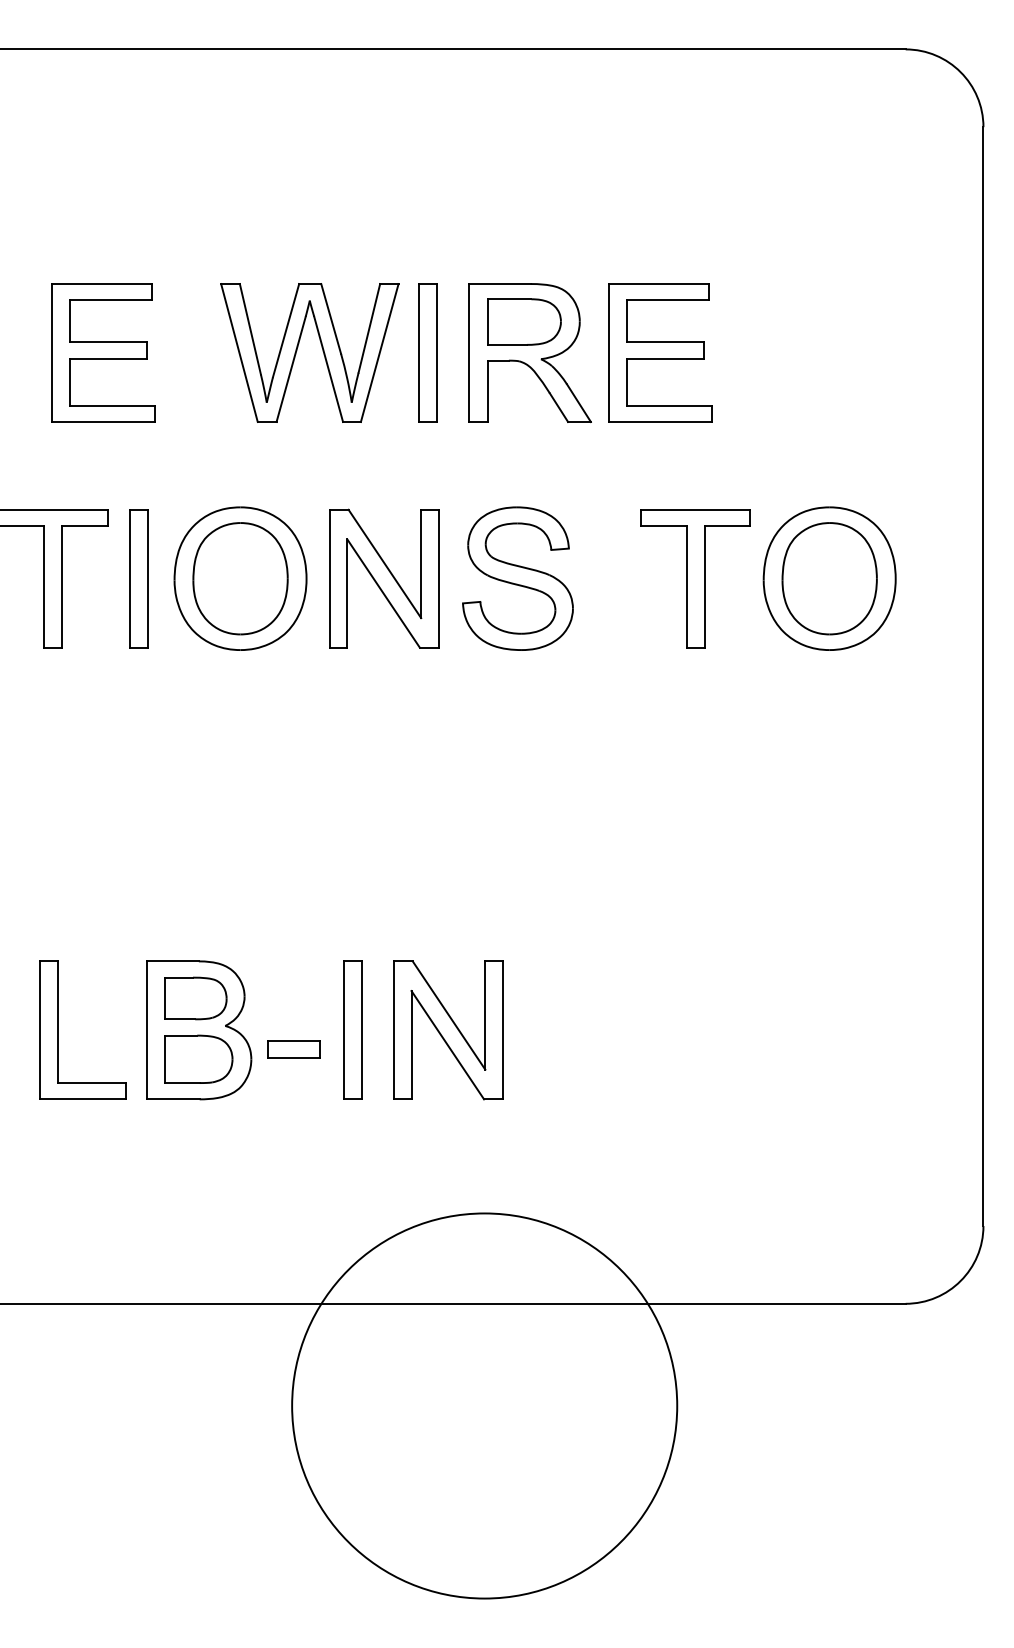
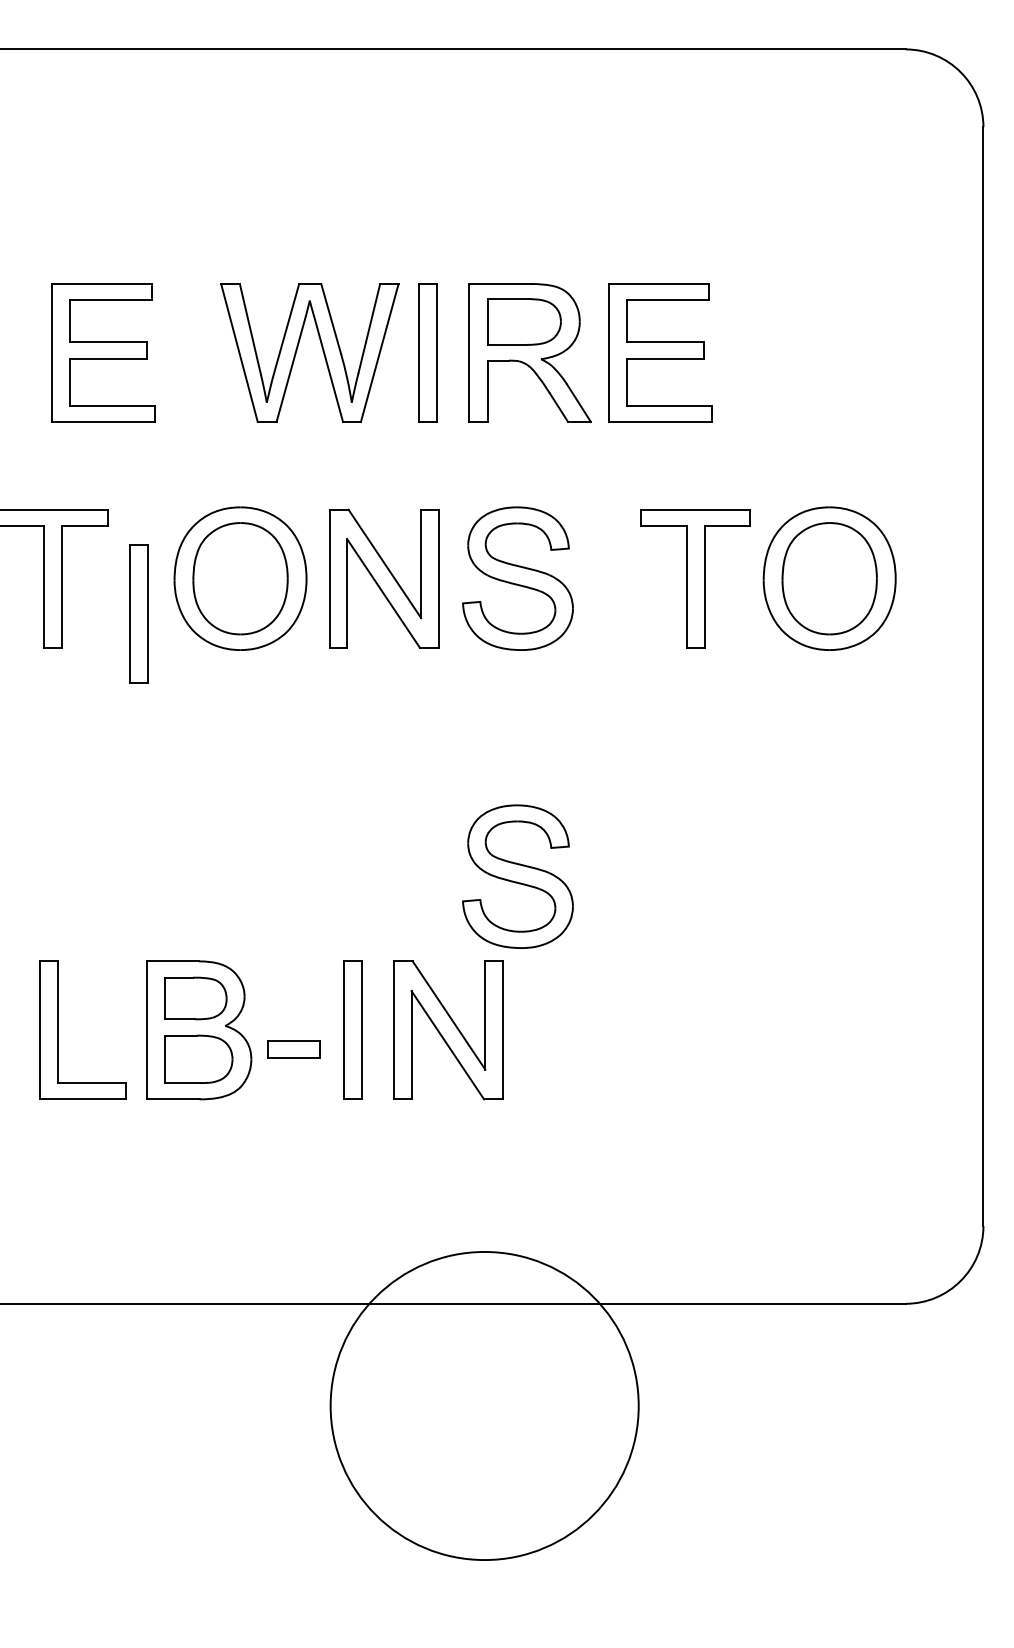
part at (138, 578) position: (138, 578) -> (138, 613)
part at (517, 876): none -> present
circle at (484, 1405) diameter: 385 px -> 308 px
